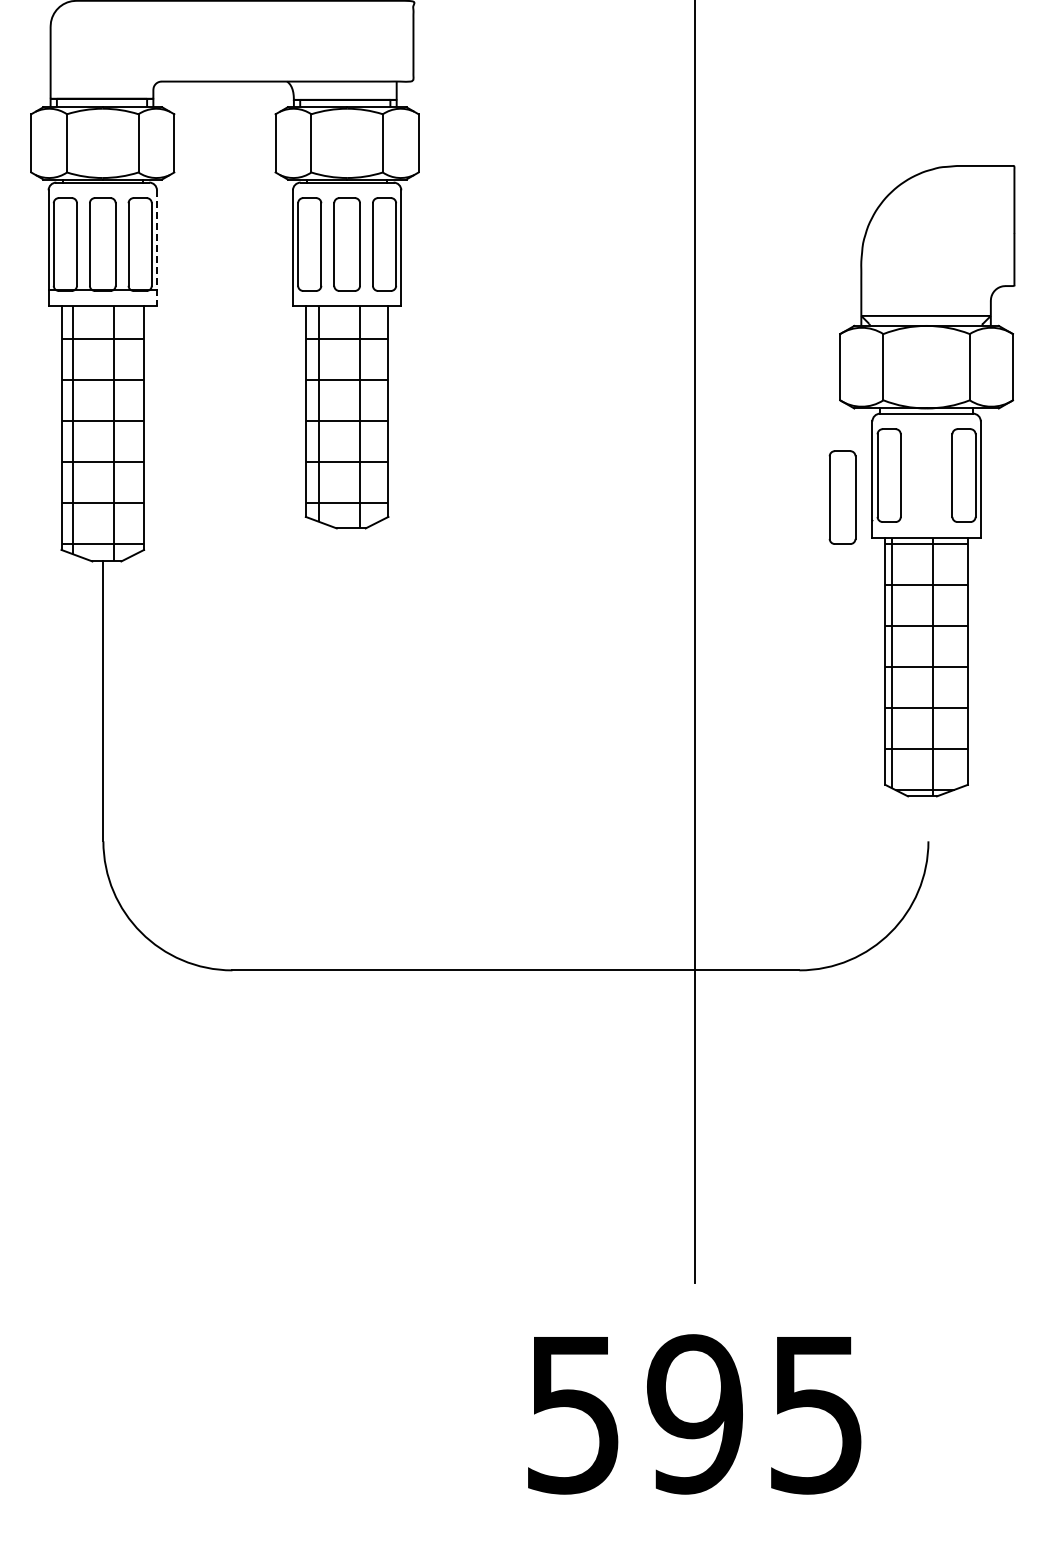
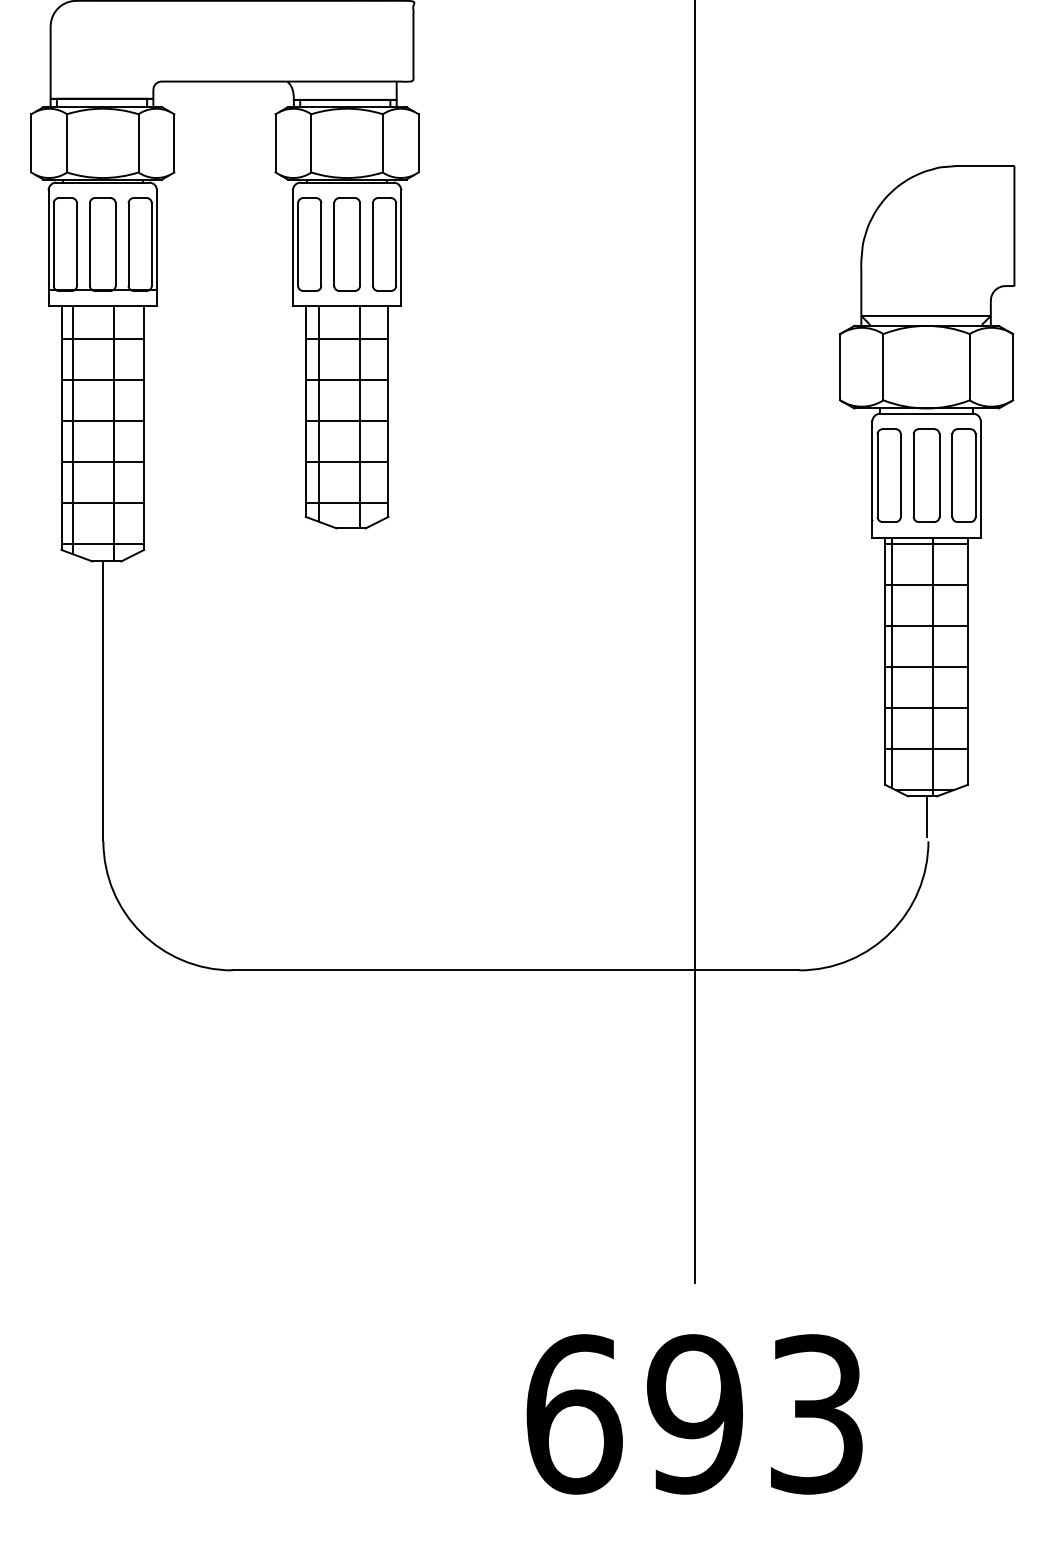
line at (156, 248): dashed -> solid
part at (842, 497) position: (842, 497) -> (926, 475)
line at (927, 816): none -> present
text at (694, 1414): 595 -> 693
